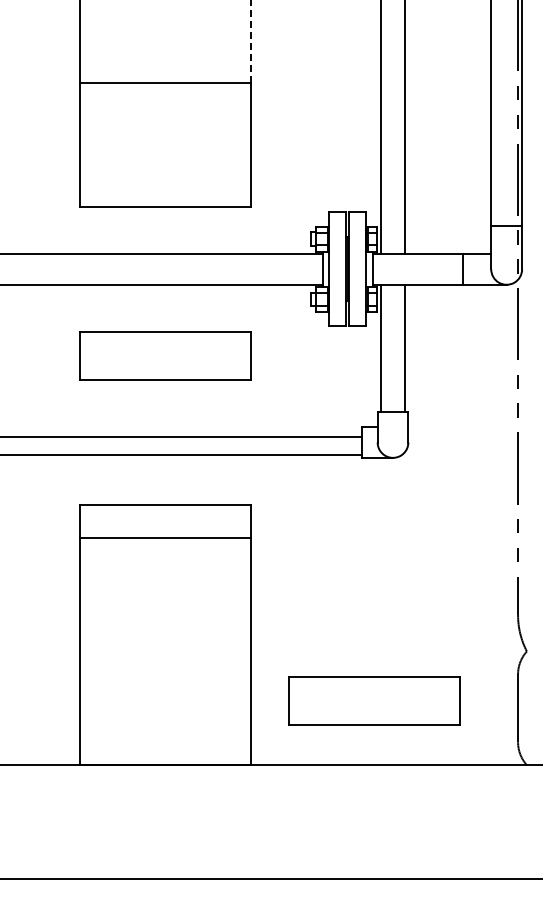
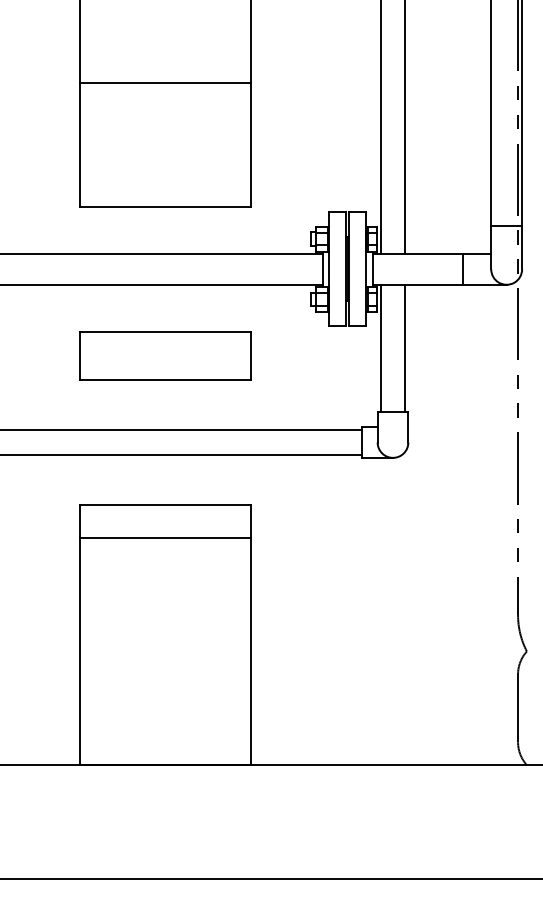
line at (250, 41): dashed -> solid
line at (182, 437) position: (182, 437) -> (182, 430)
part at (374, 700): present -> none
